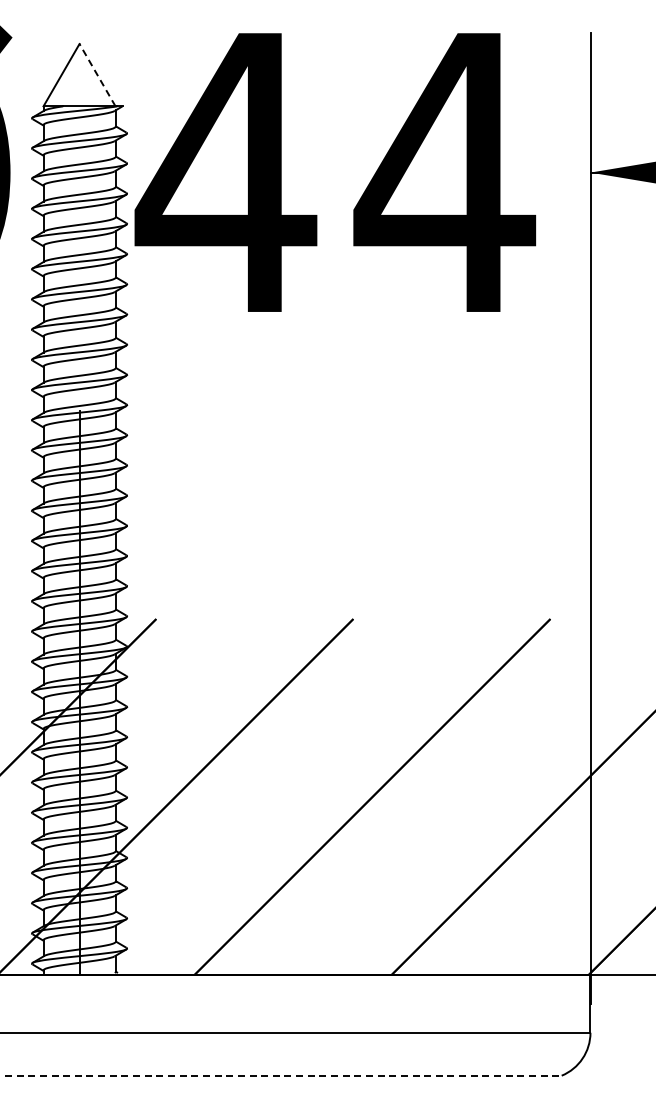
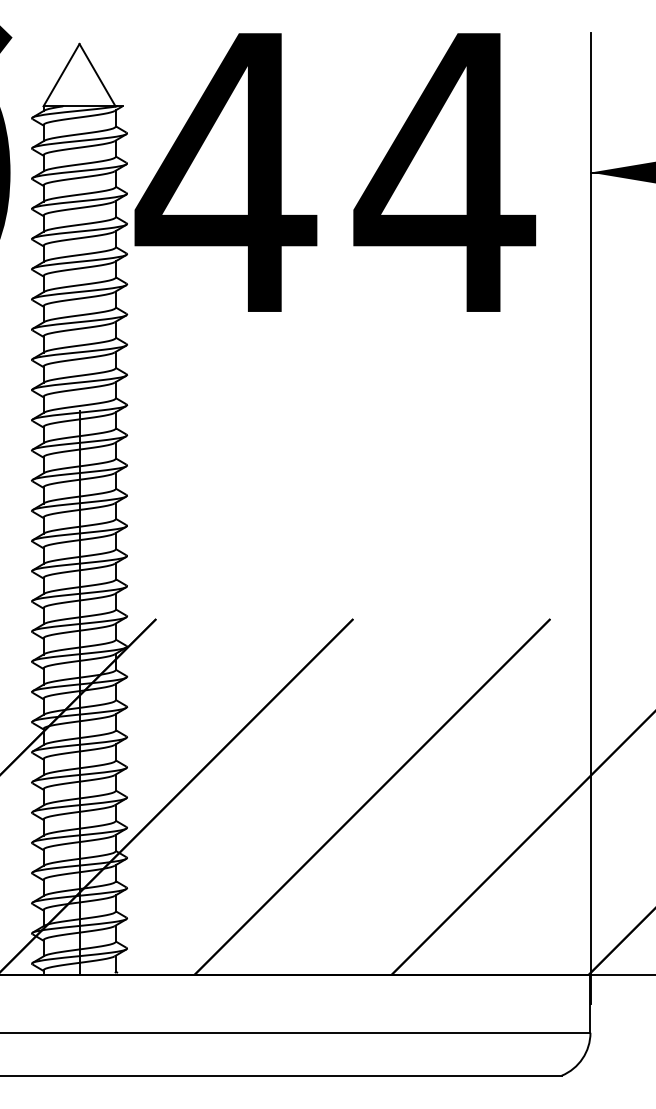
line at (97, 75): dashed -> solid
line at (280, 1075): dashed -> solid
